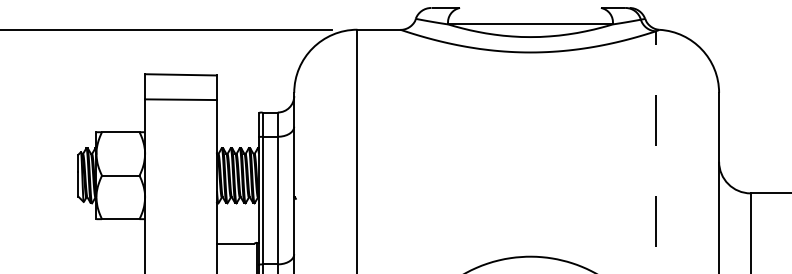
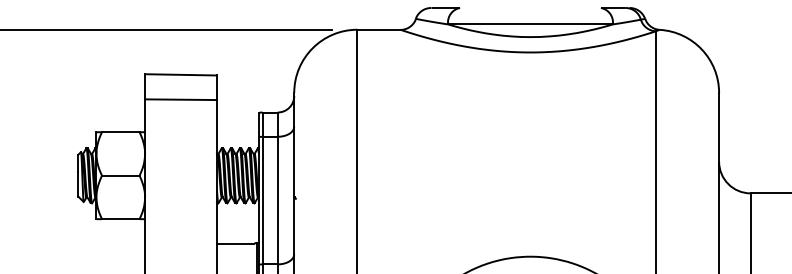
line at (655, 152): dashed -> solid
